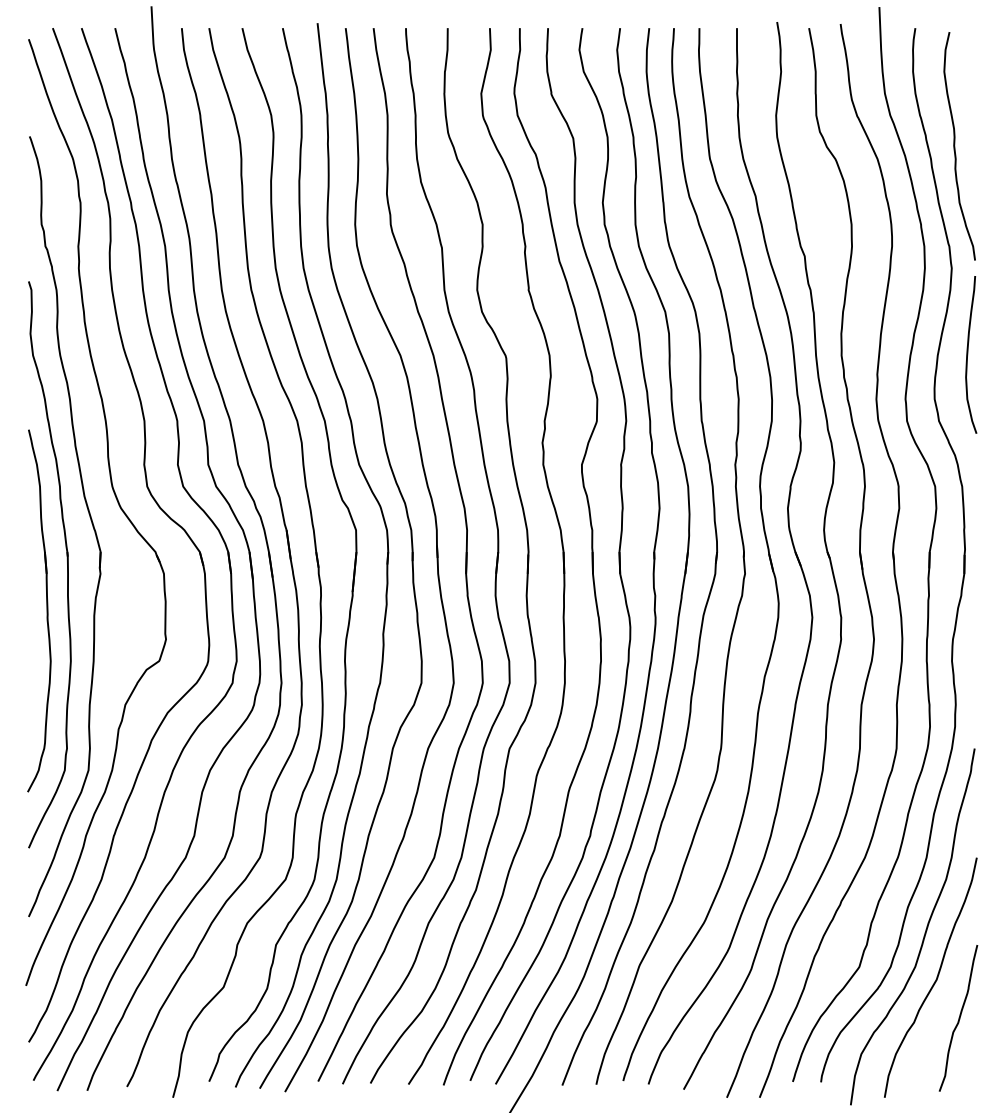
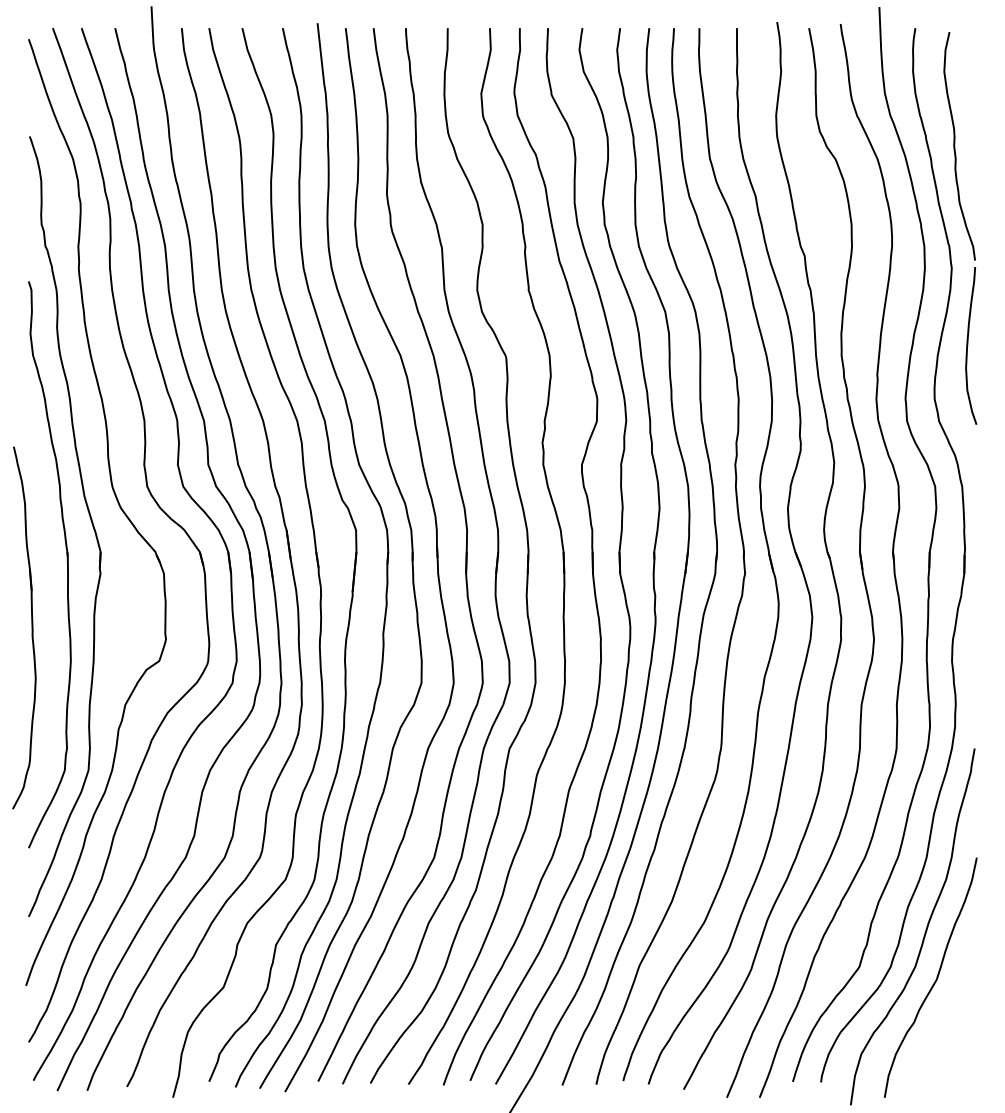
curve at (968, 354) position: (968, 354) -> (968, 345)
part at (46, 610) position: (46, 610) -> (31, 627)
curve at (958, 1018): present -> none
